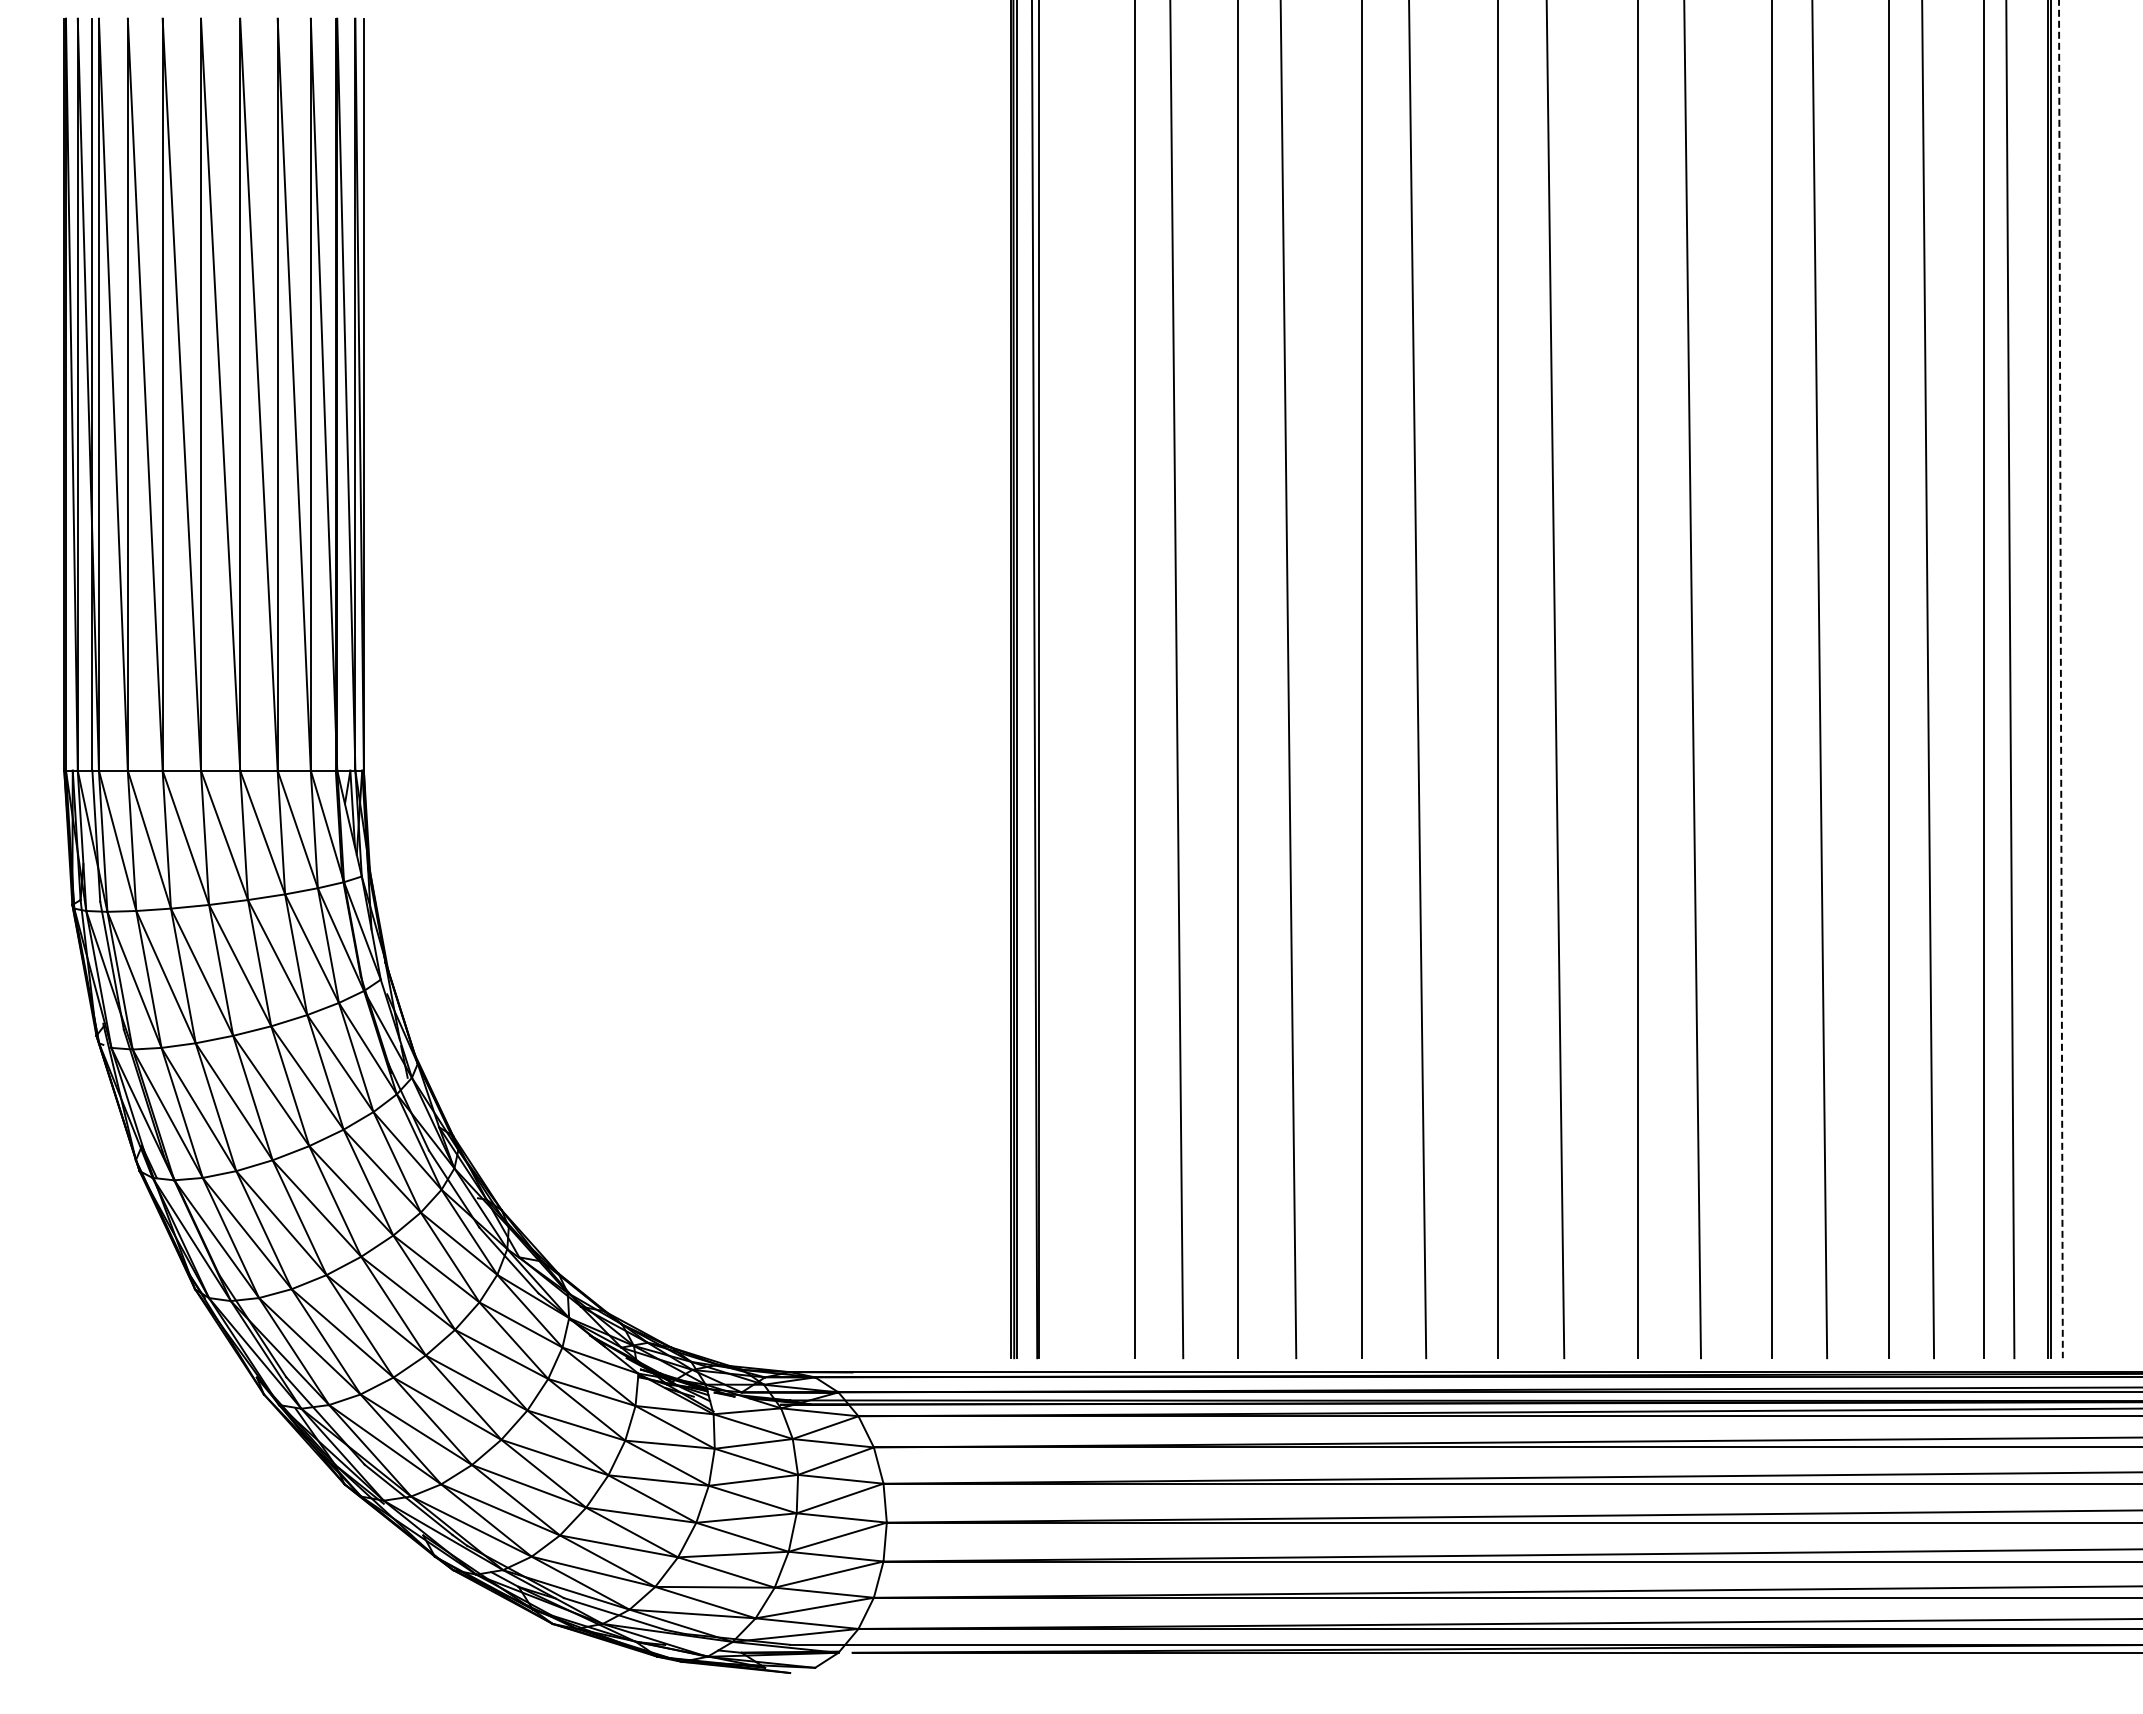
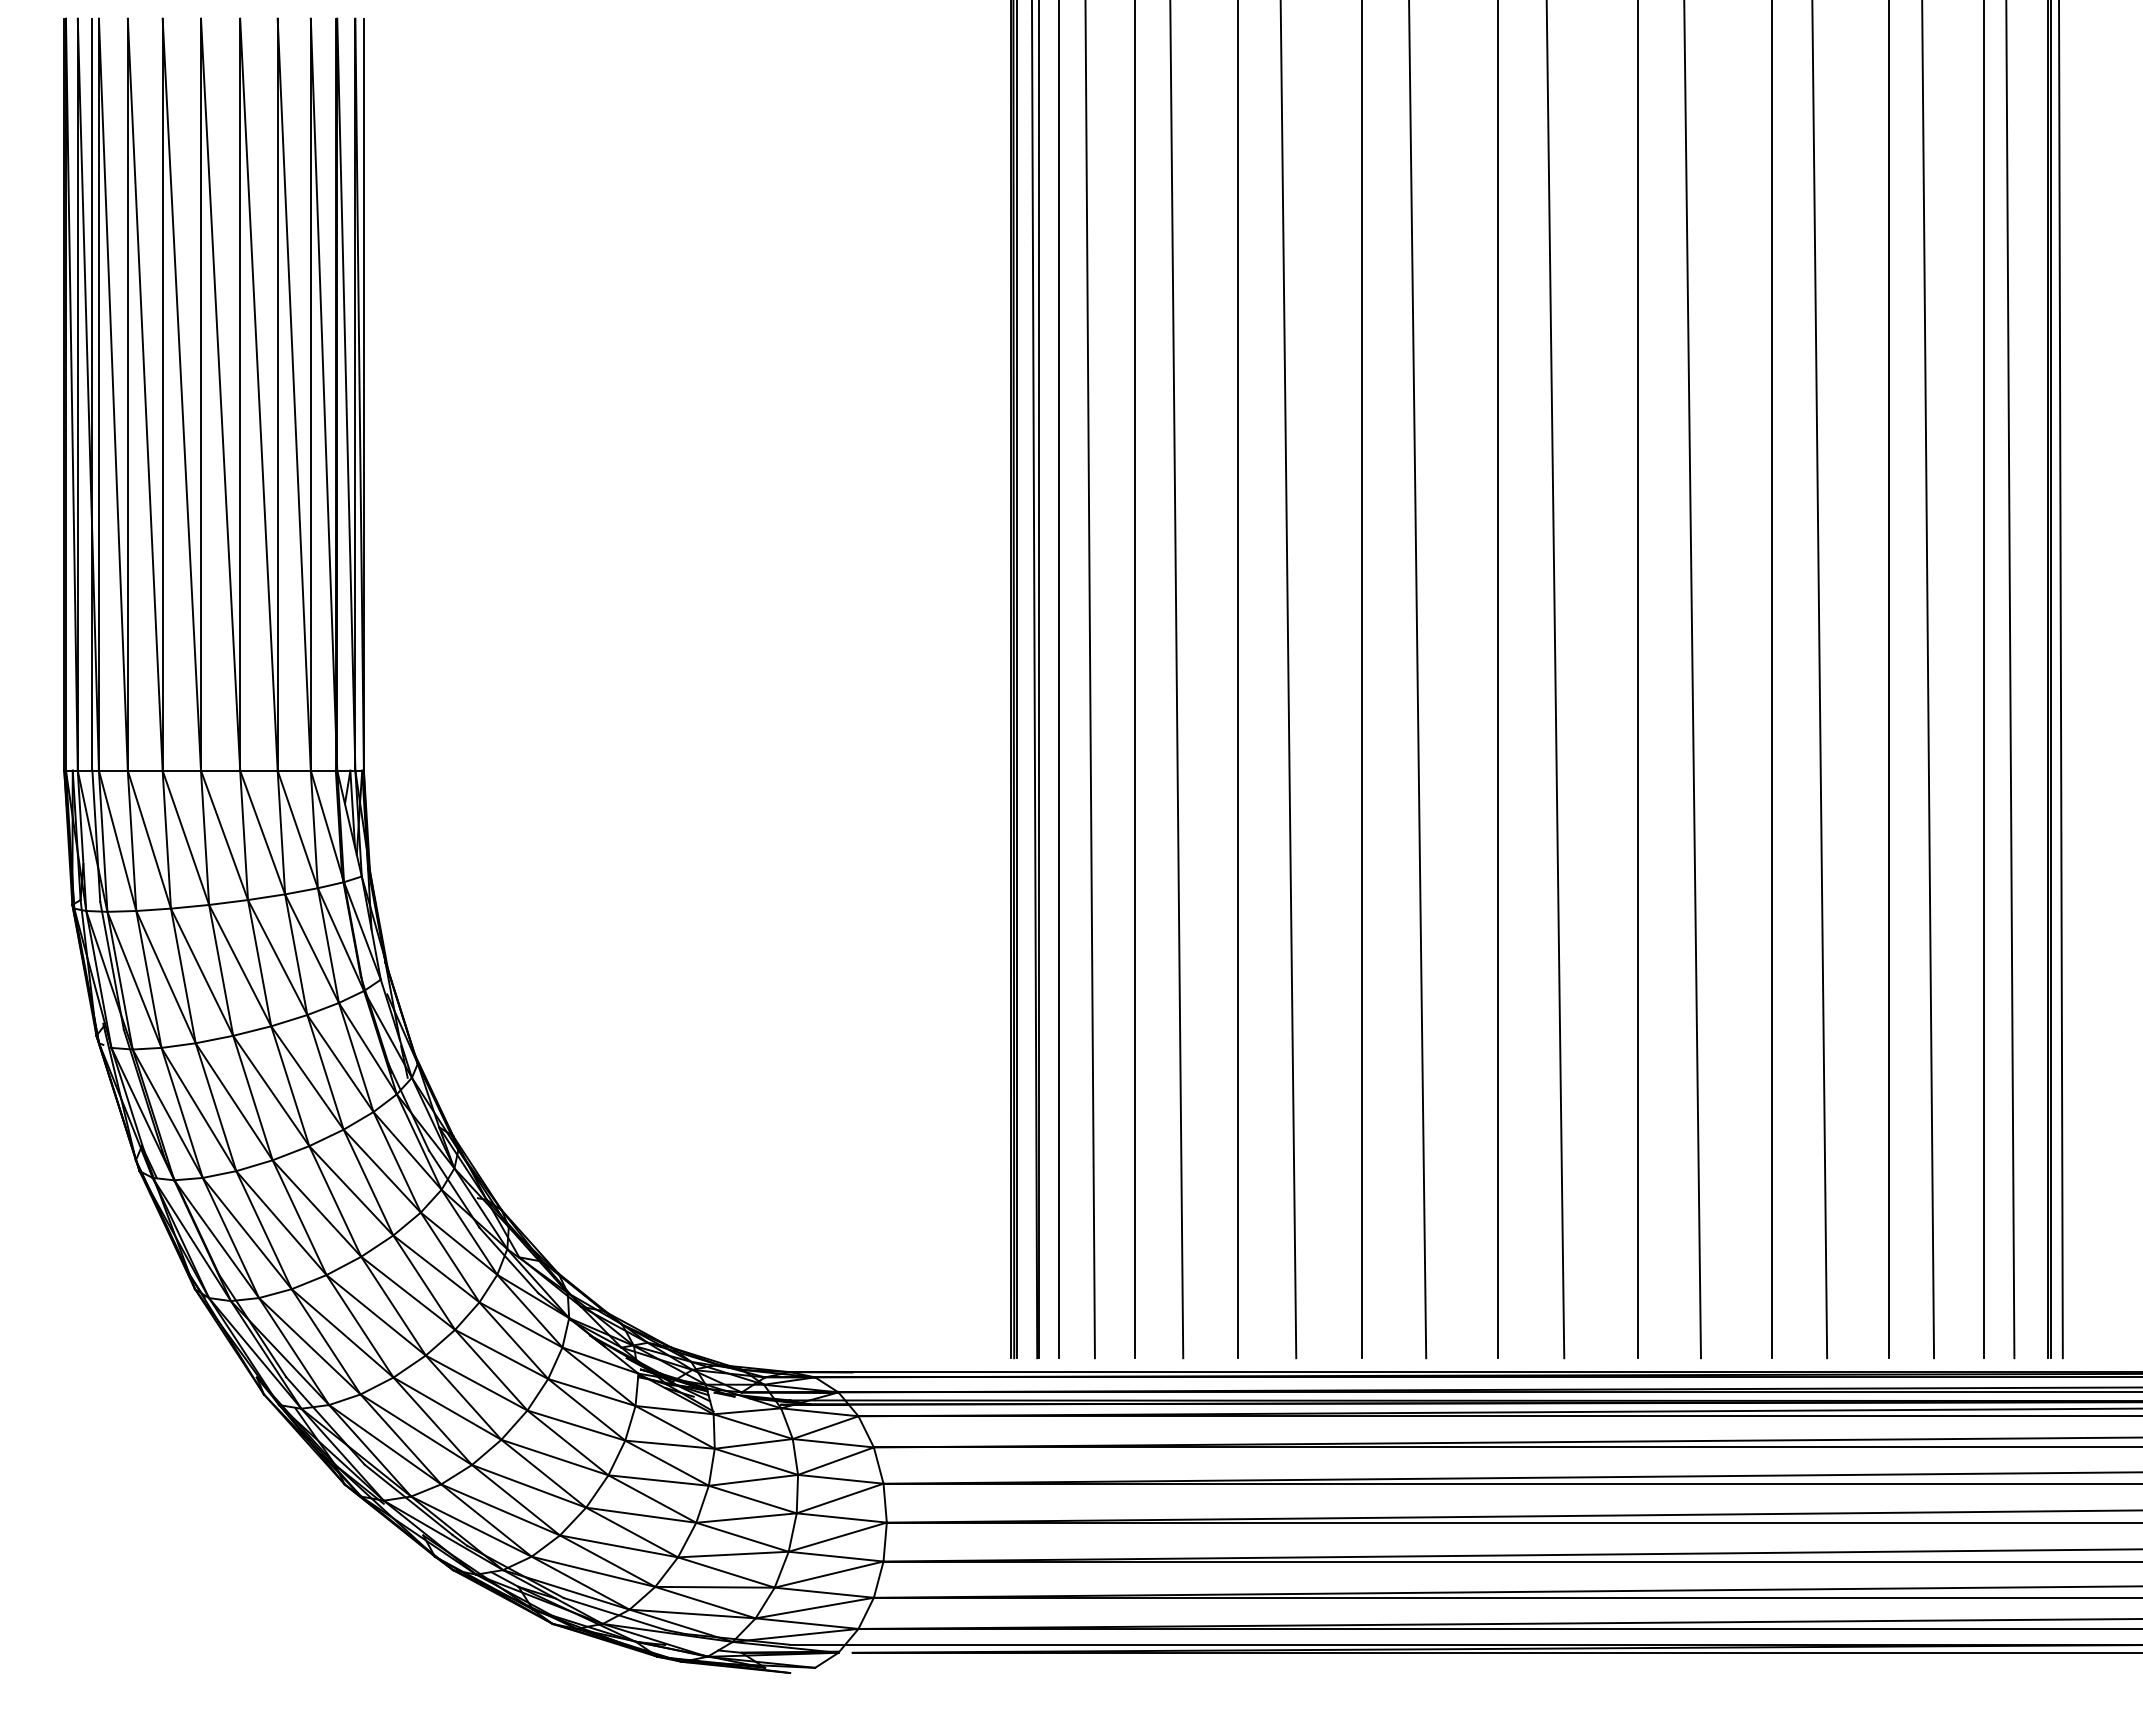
line at (2060, 679): dashed -> solid
line at (1059, 680): none -> present
line at (1089, 680): none -> present
